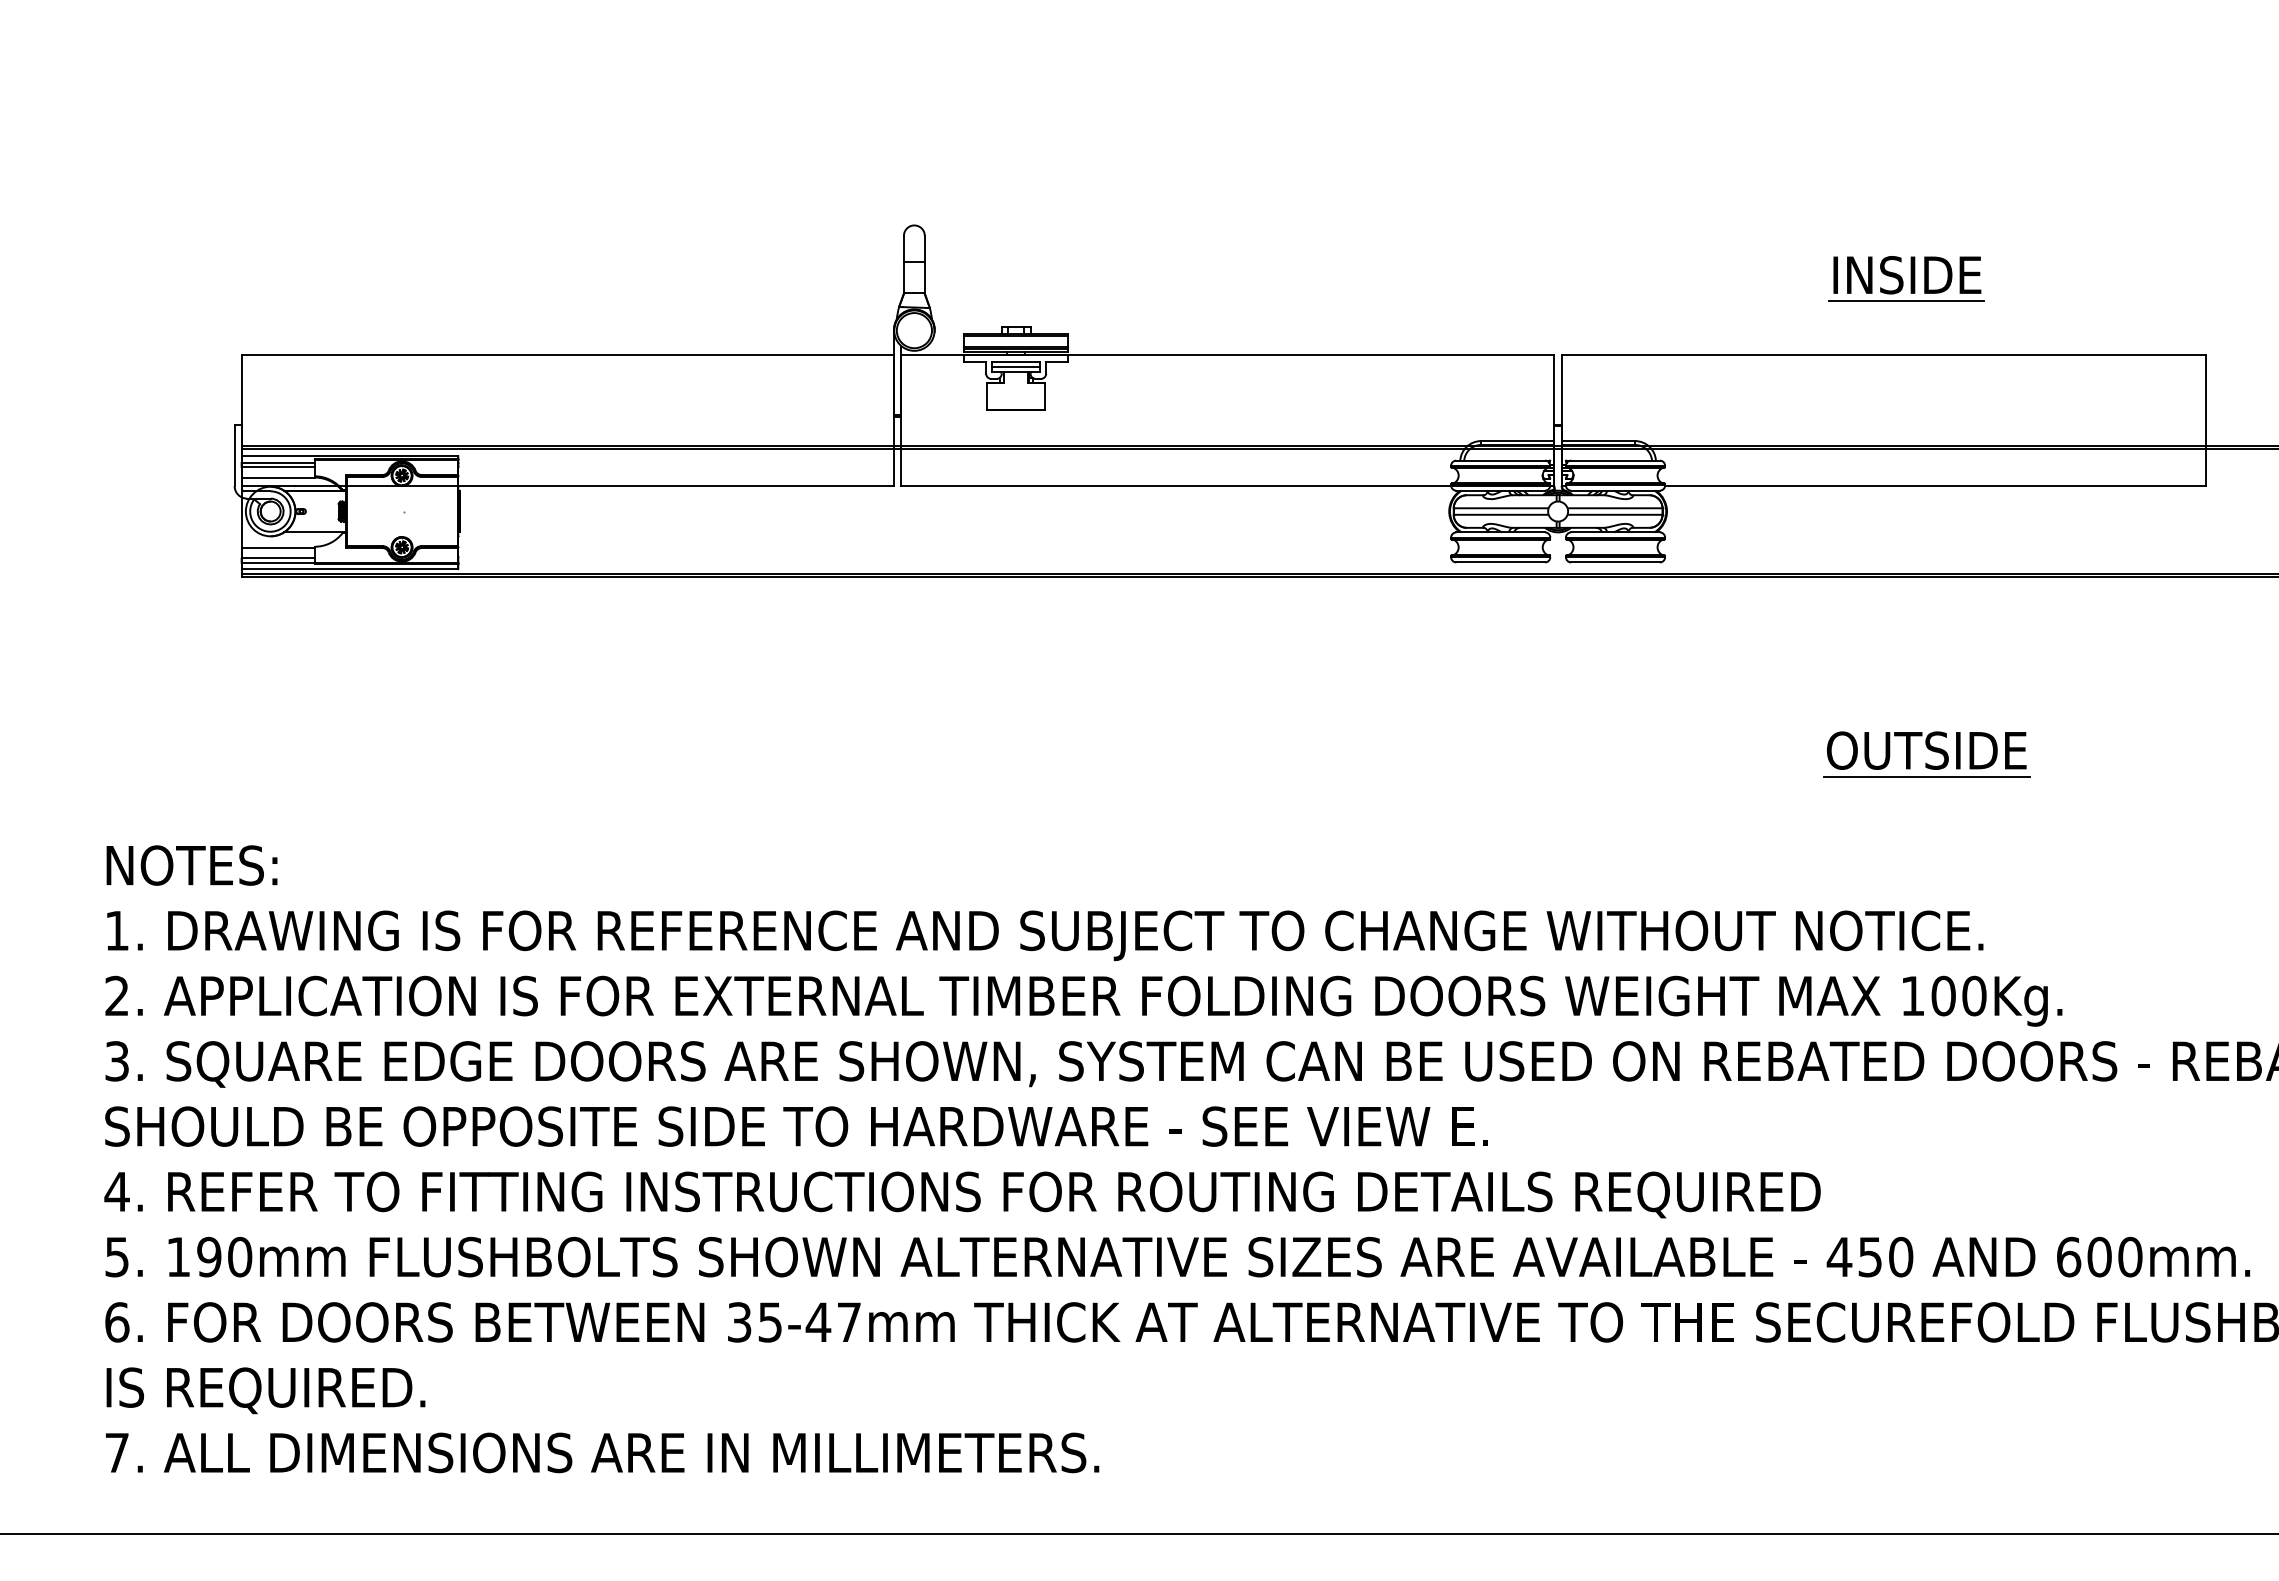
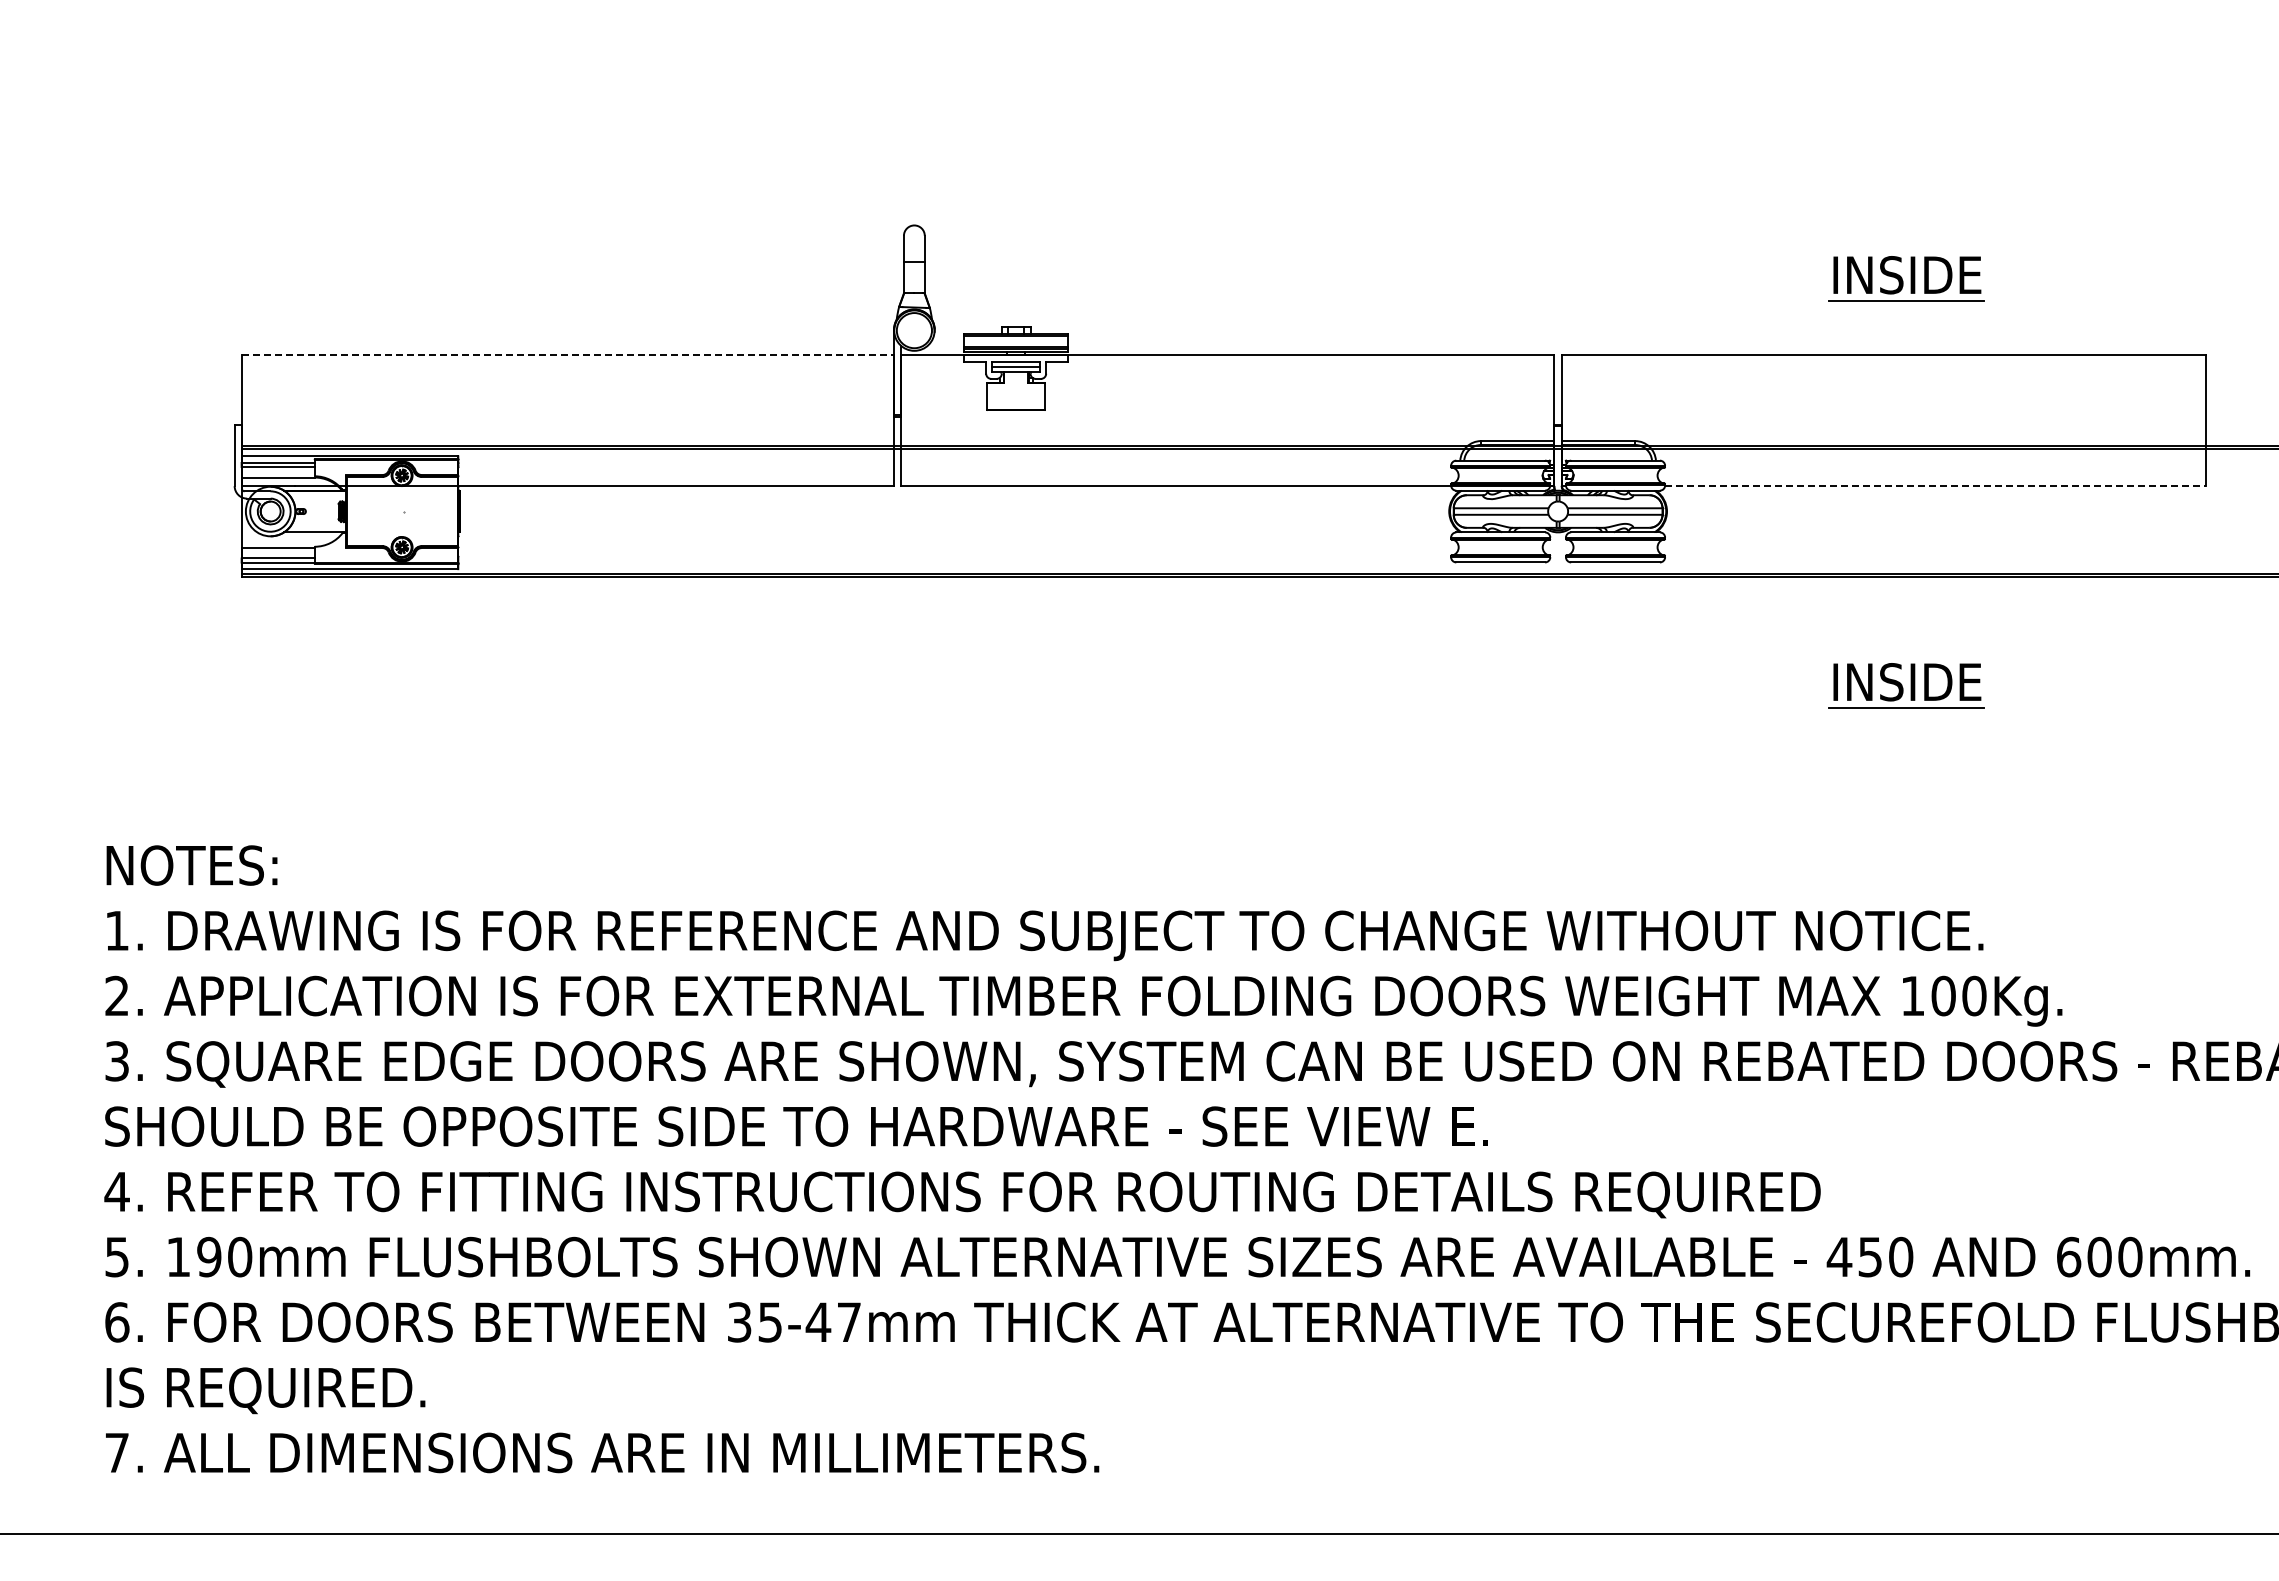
line at (568, 355): solid -> dashed
line at (1935, 485): solid -> dashed
part at (1906, 685): none -> present
part at (1926, 754): present -> none
